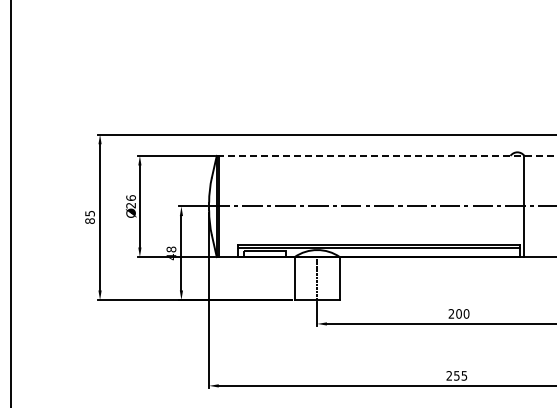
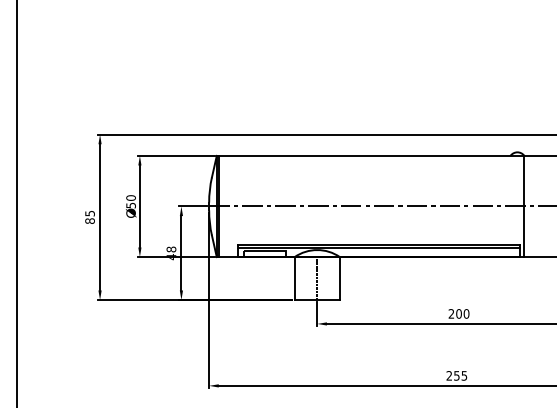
line at (386, 155): dashed -> solid
text at (130, 201): 26 -> 50
line at (10, 203) position: (10, 203) -> (16, 203)
